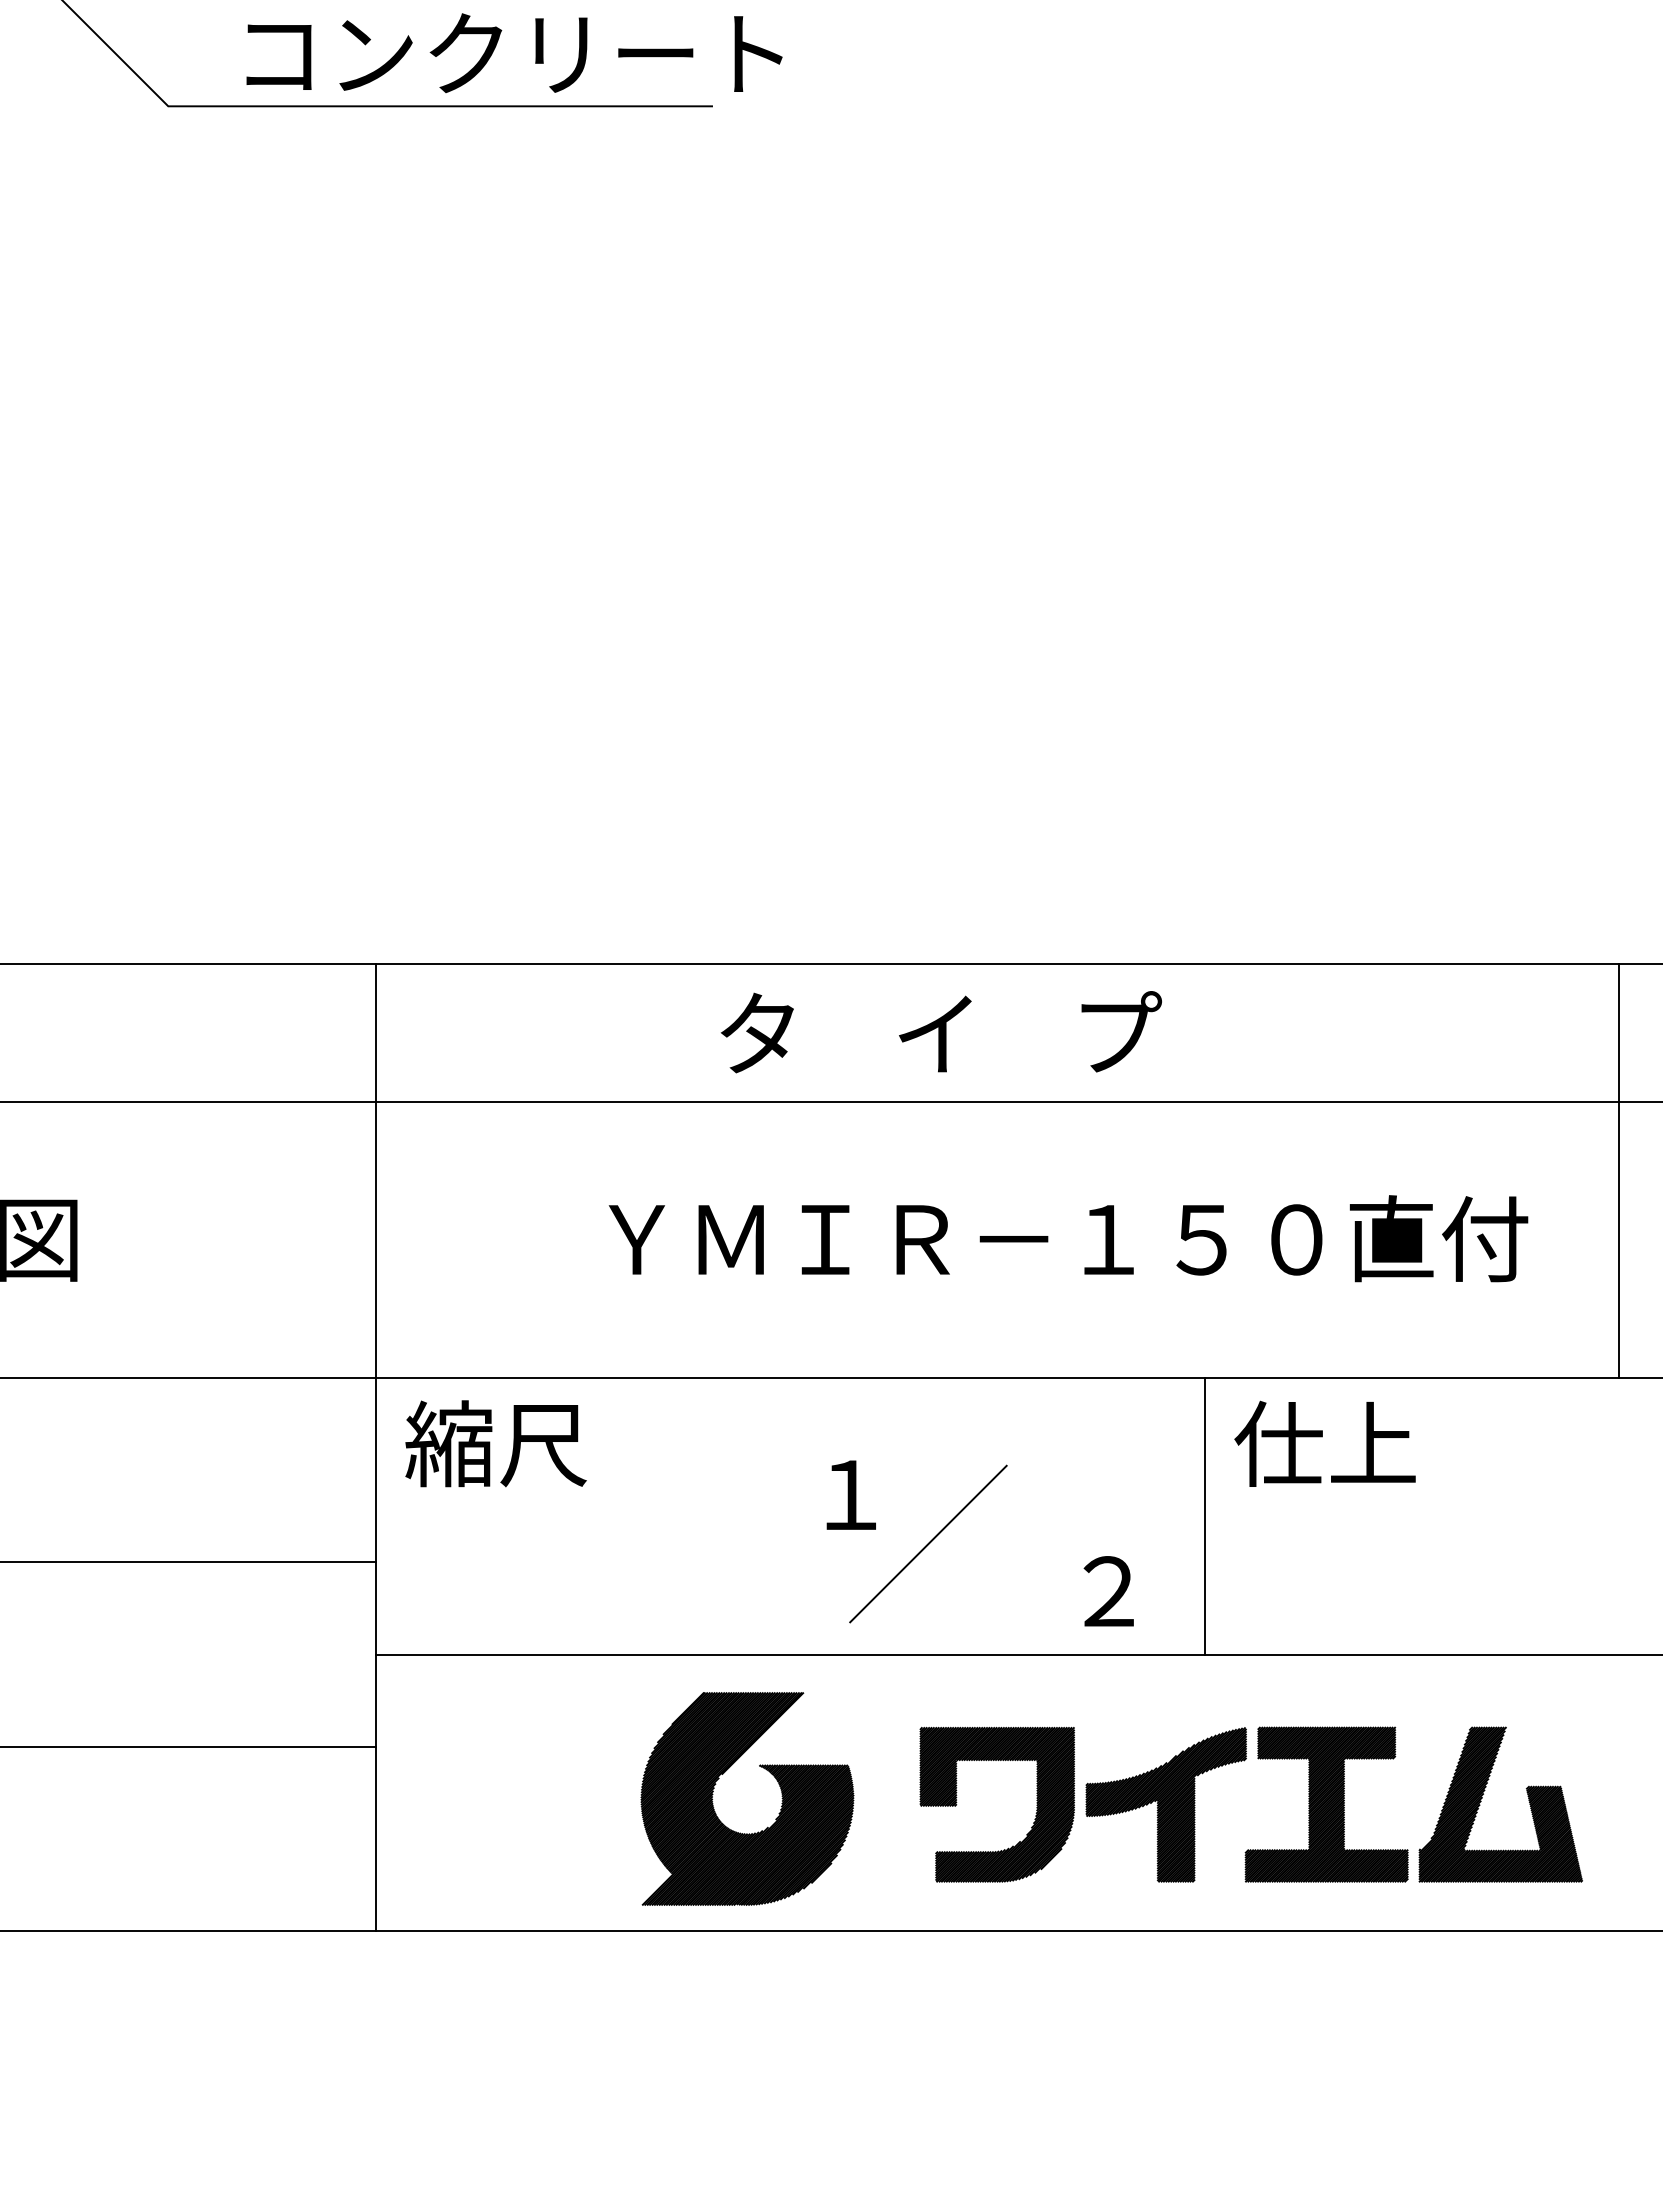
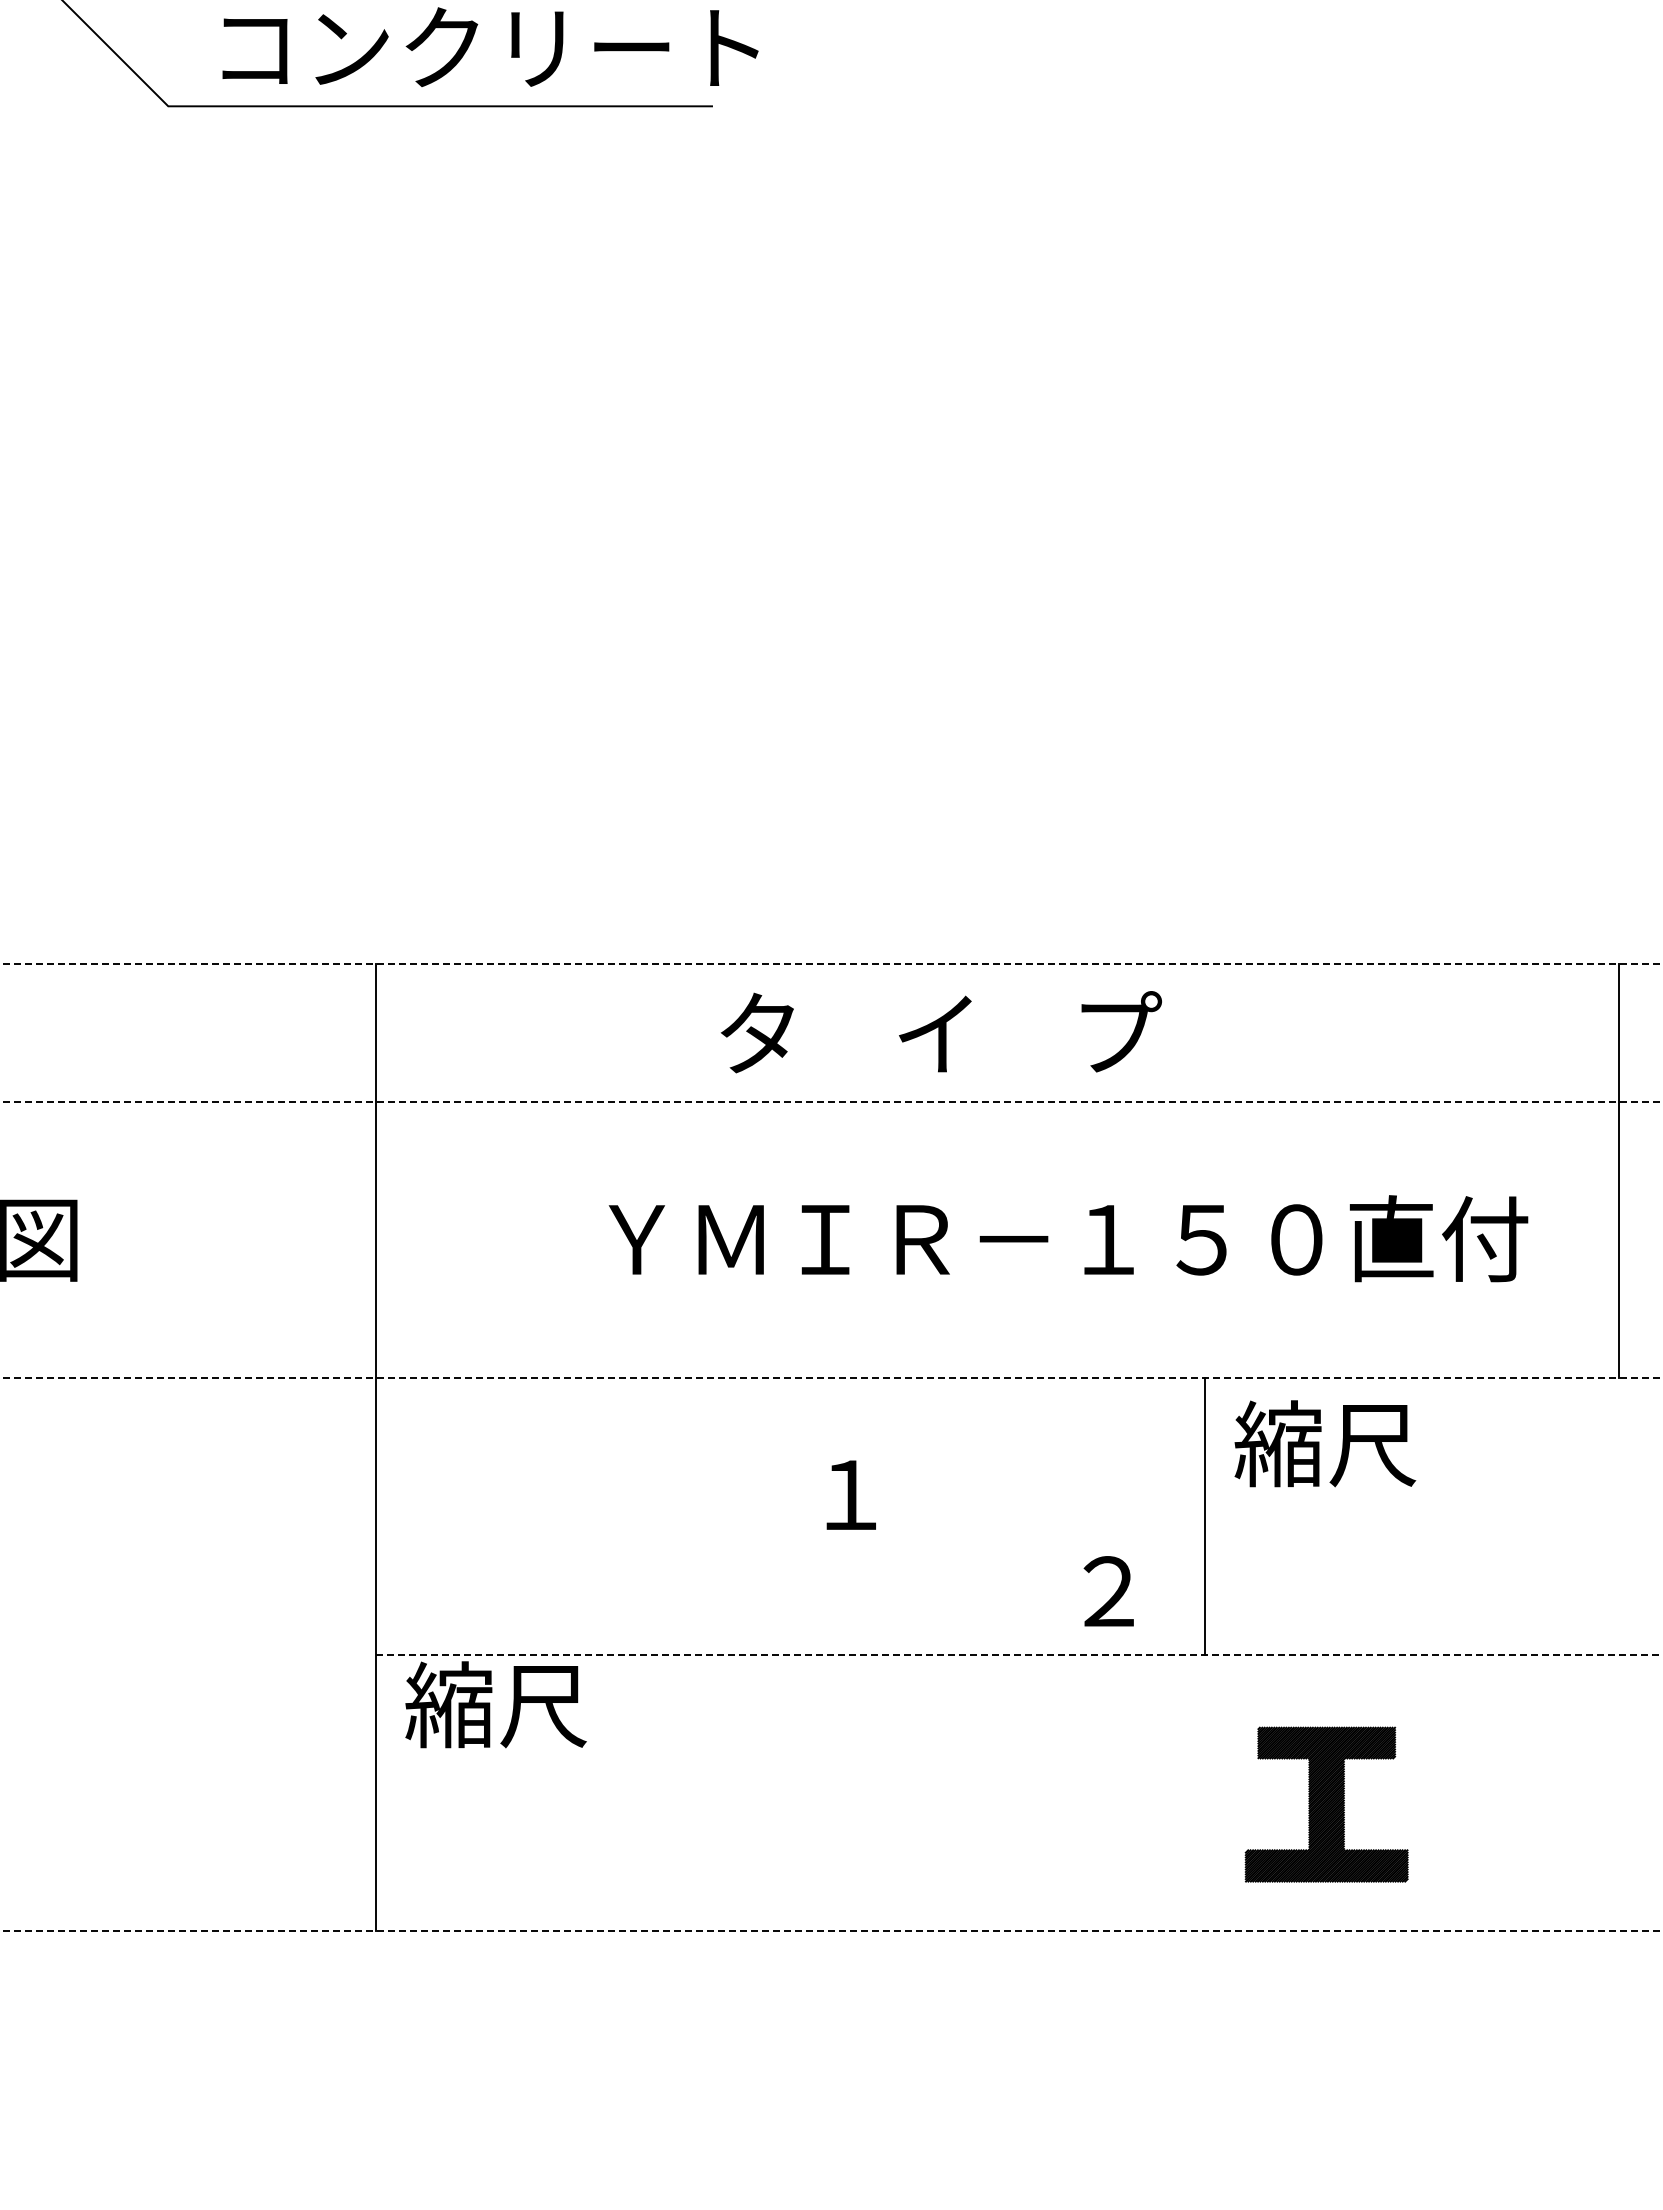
text at (514, 52) position: (514, 52) -> (490, 46)
line at (832, 963): solid -> dashed
line at (832, 1101): solid -> dashed
line at (832, 1378): solid -> dashed
text at (495, 1443) position: (495, 1443) -> (495, 1704)
text at (1325, 1443): 仕上 -> 縮尺
line at (928, 1543): present -> none
line at (188, 1562): present -> none
line at (1019, 1654): solid -> dashed
line at (188, 1746): present -> none
part at (764, 1769): present -> none
part at (1482, 1798): present -> none
part at (957, 1804): present -> none
part at (1165, 1804): present -> none
line at (832, 1931): solid -> dashed
